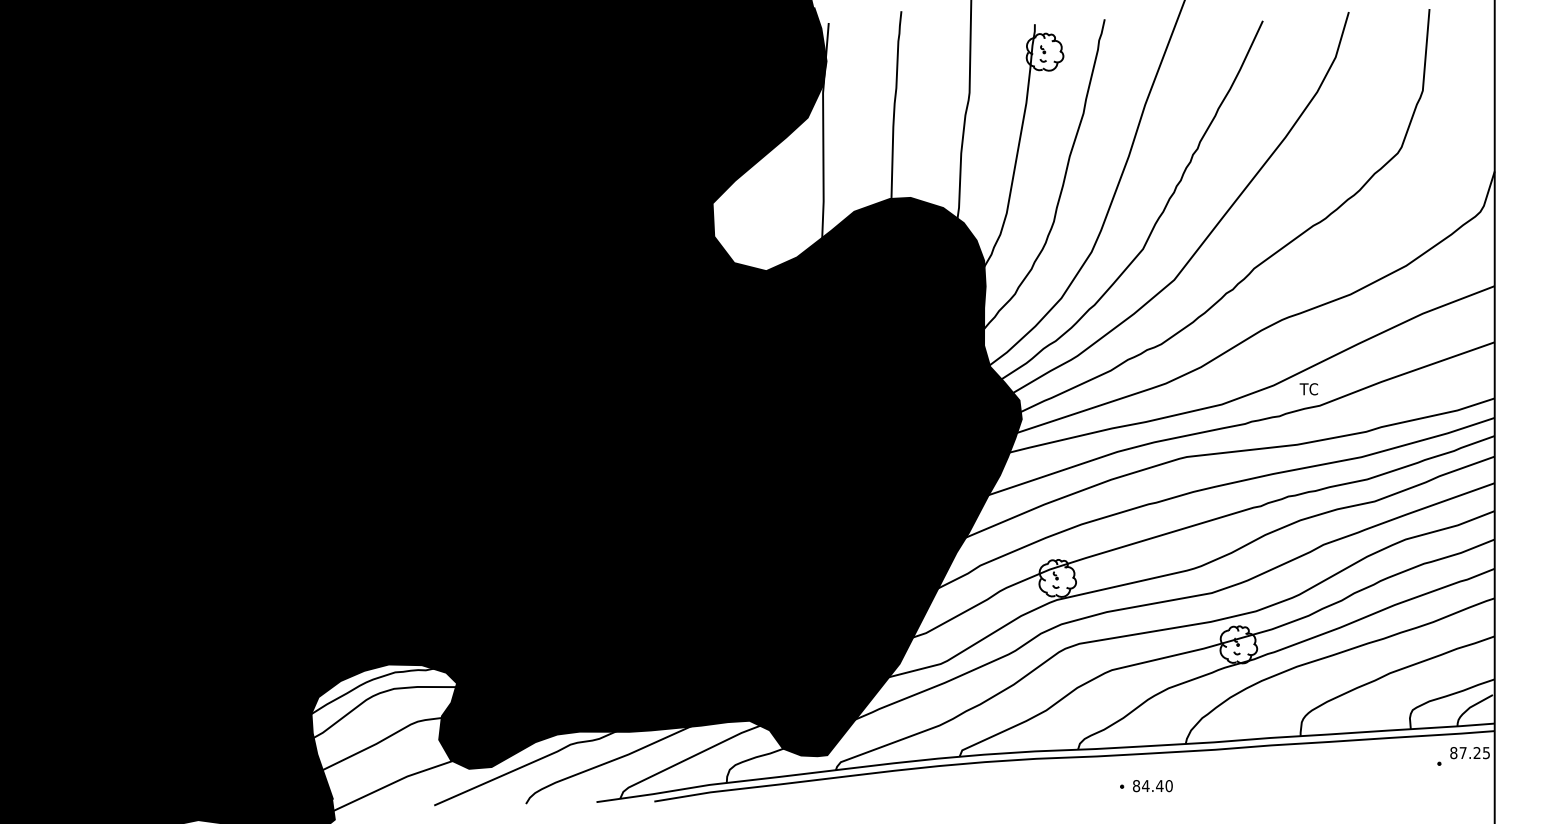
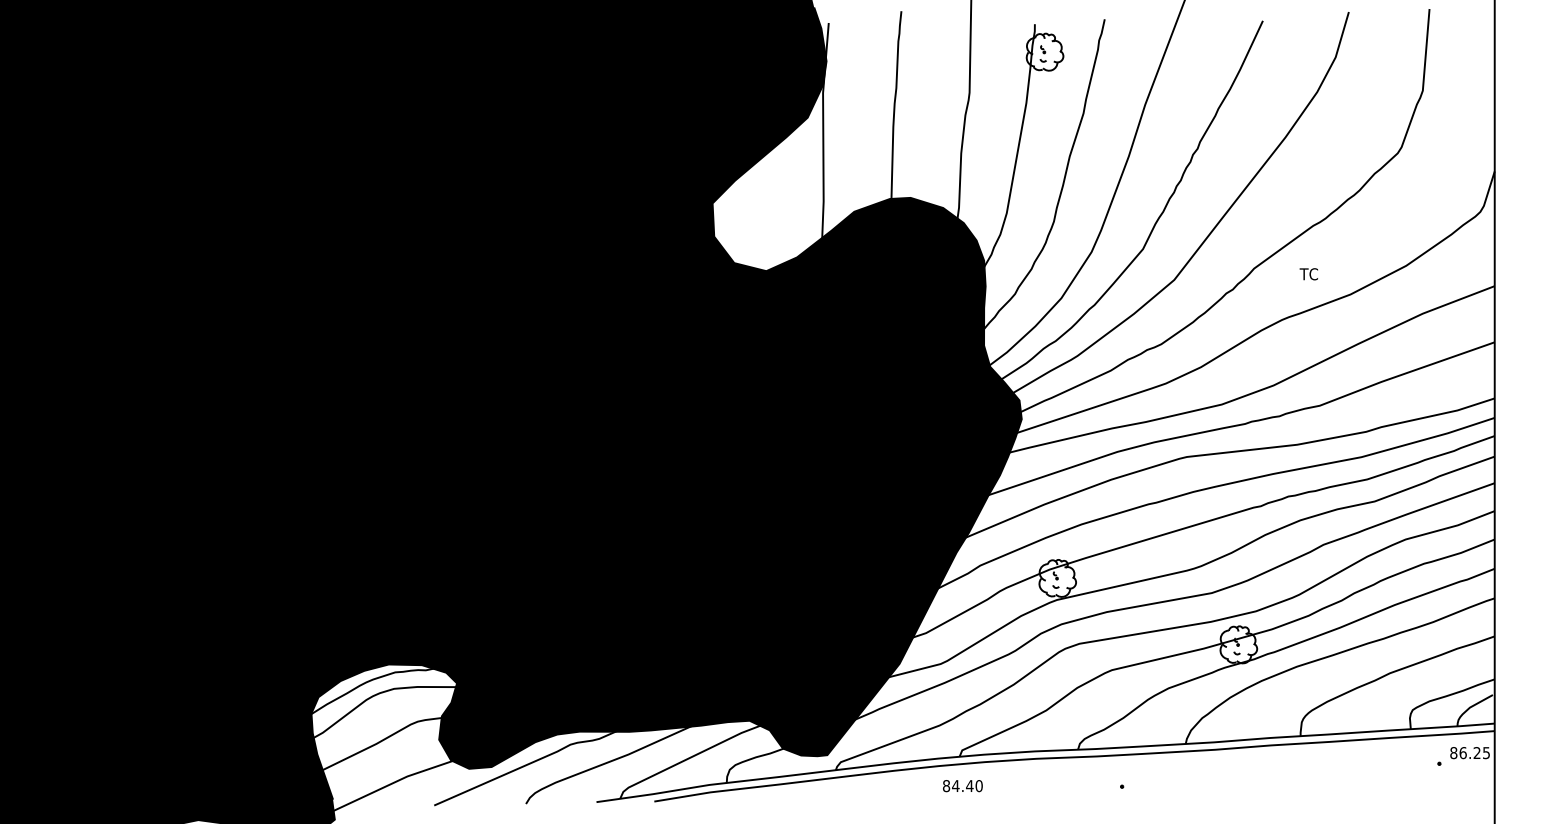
text at (1308, 389) position: (1308, 389) -> (1308, 274)
text at (1462, 753): 87.25 -> 86.25
text at (1152, 786) position: (1152, 786) -> (962, 786)
